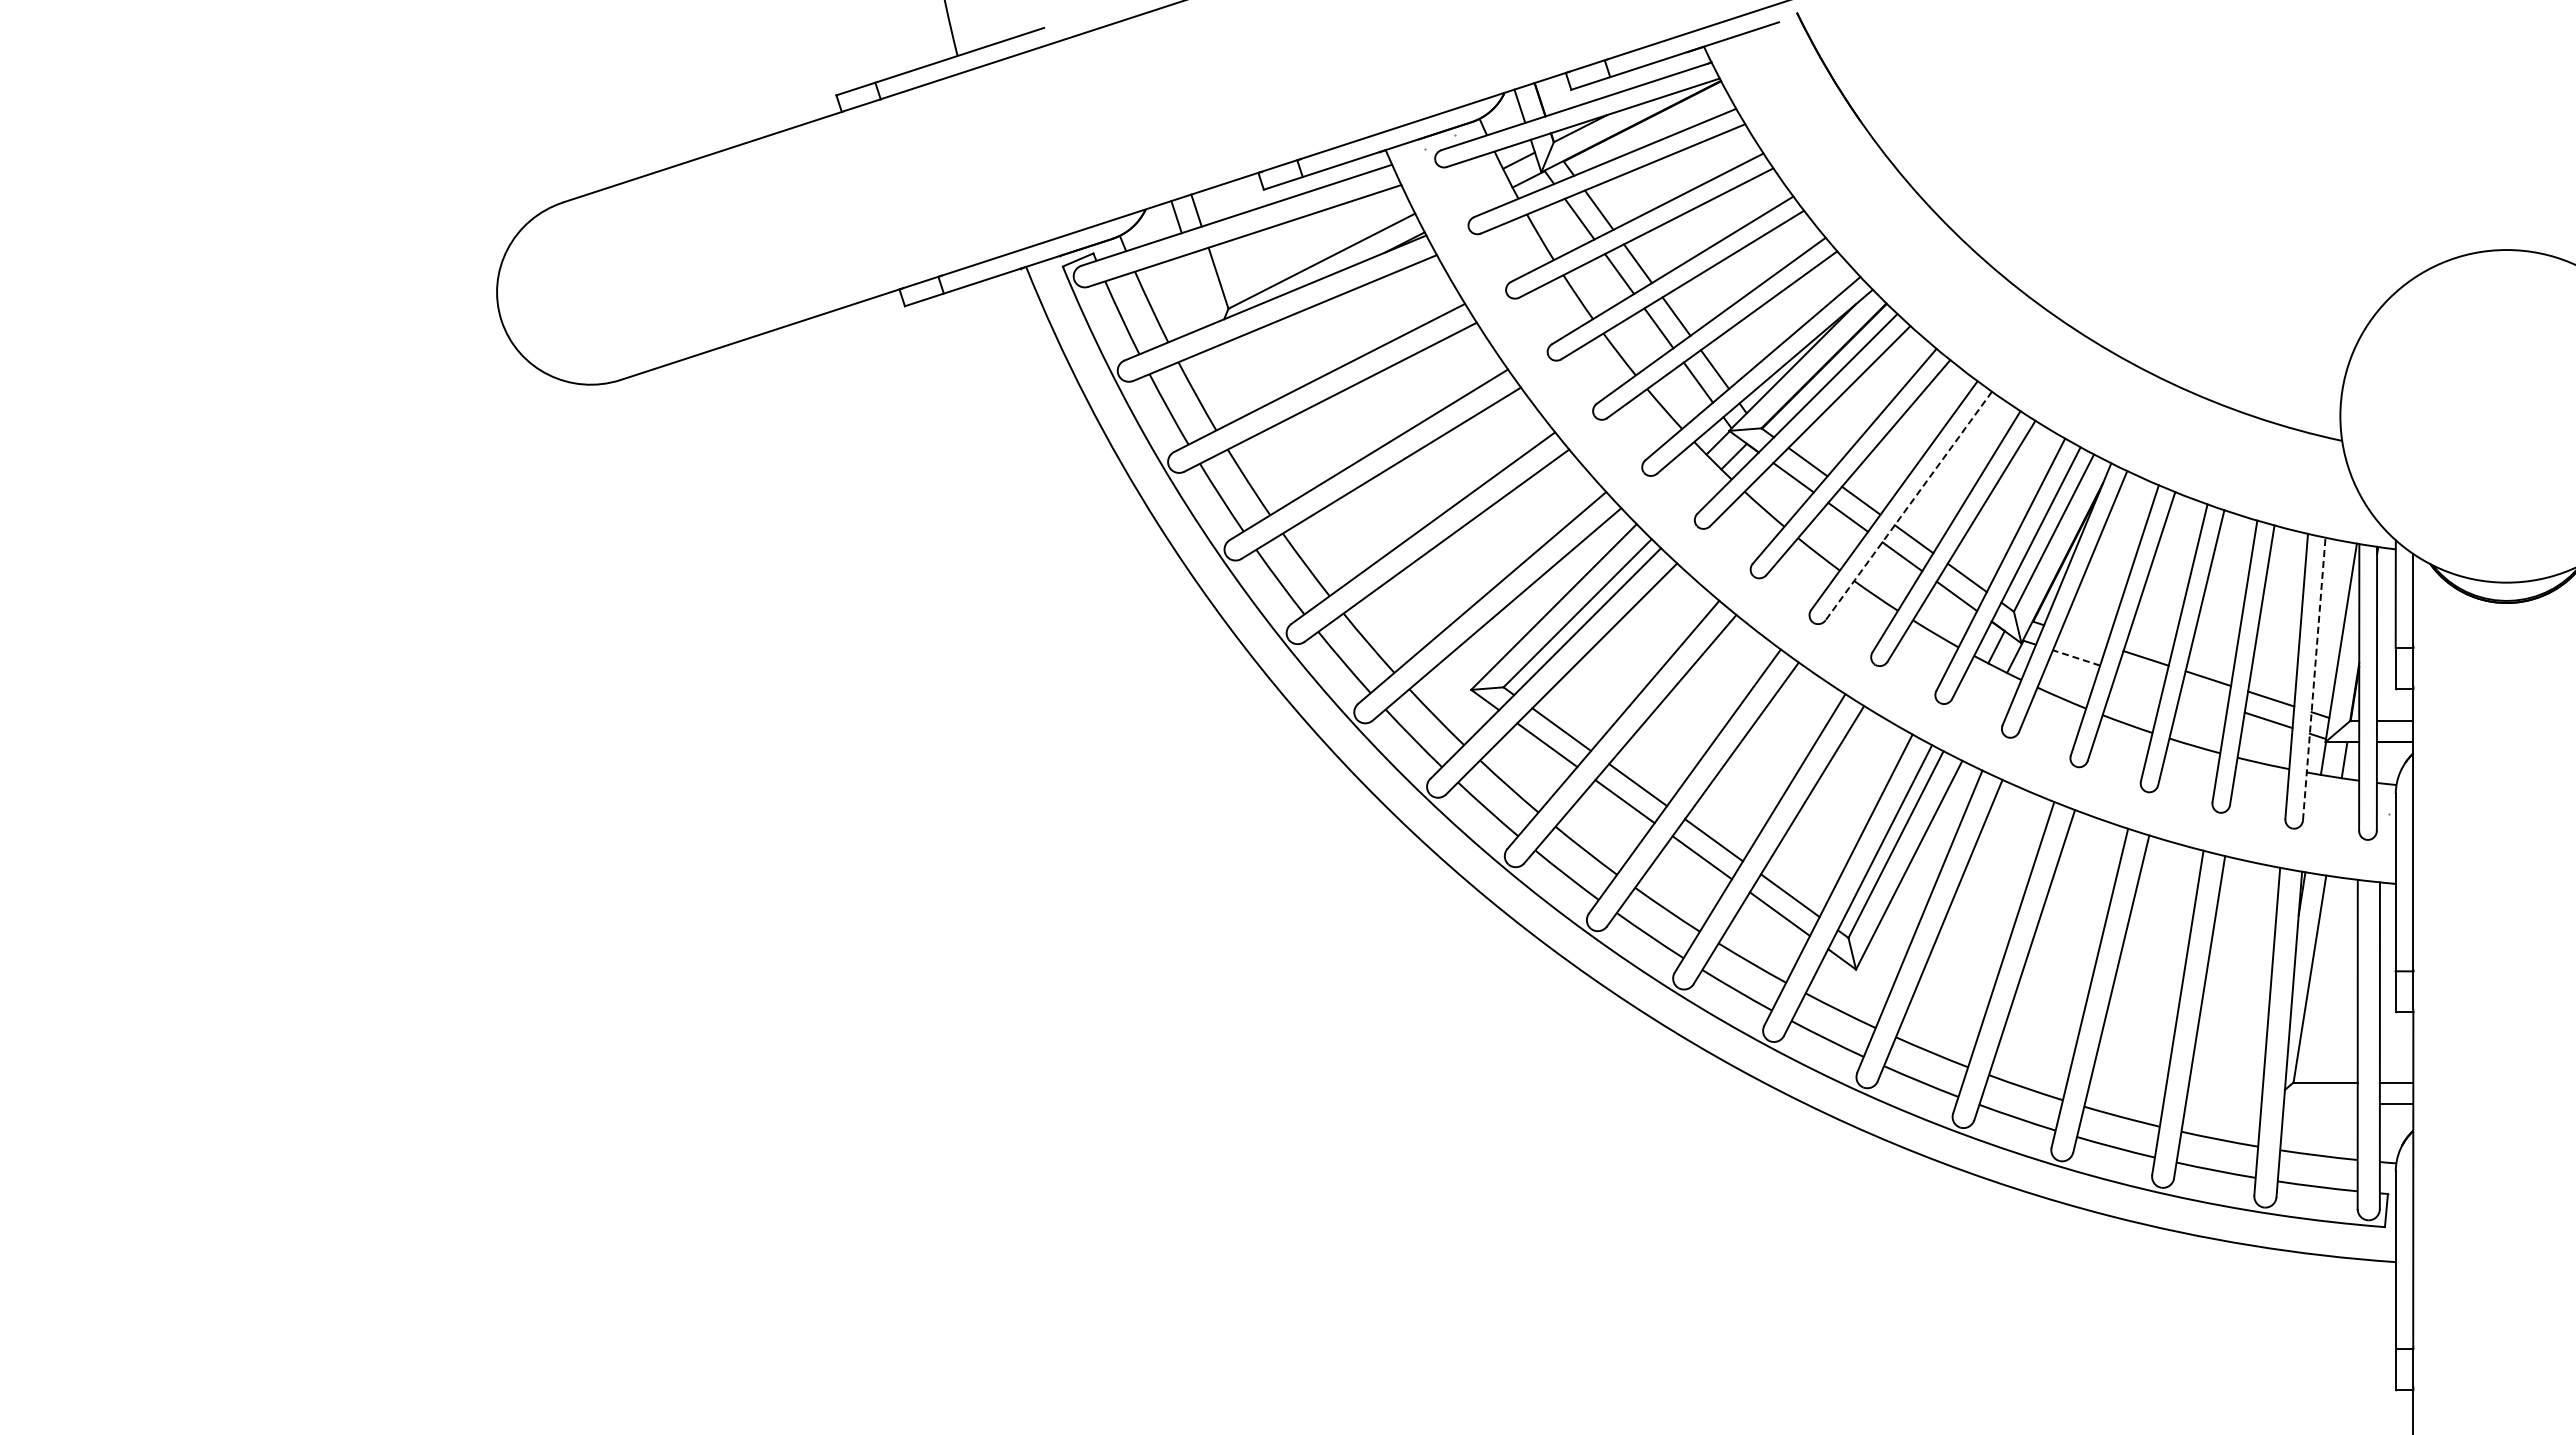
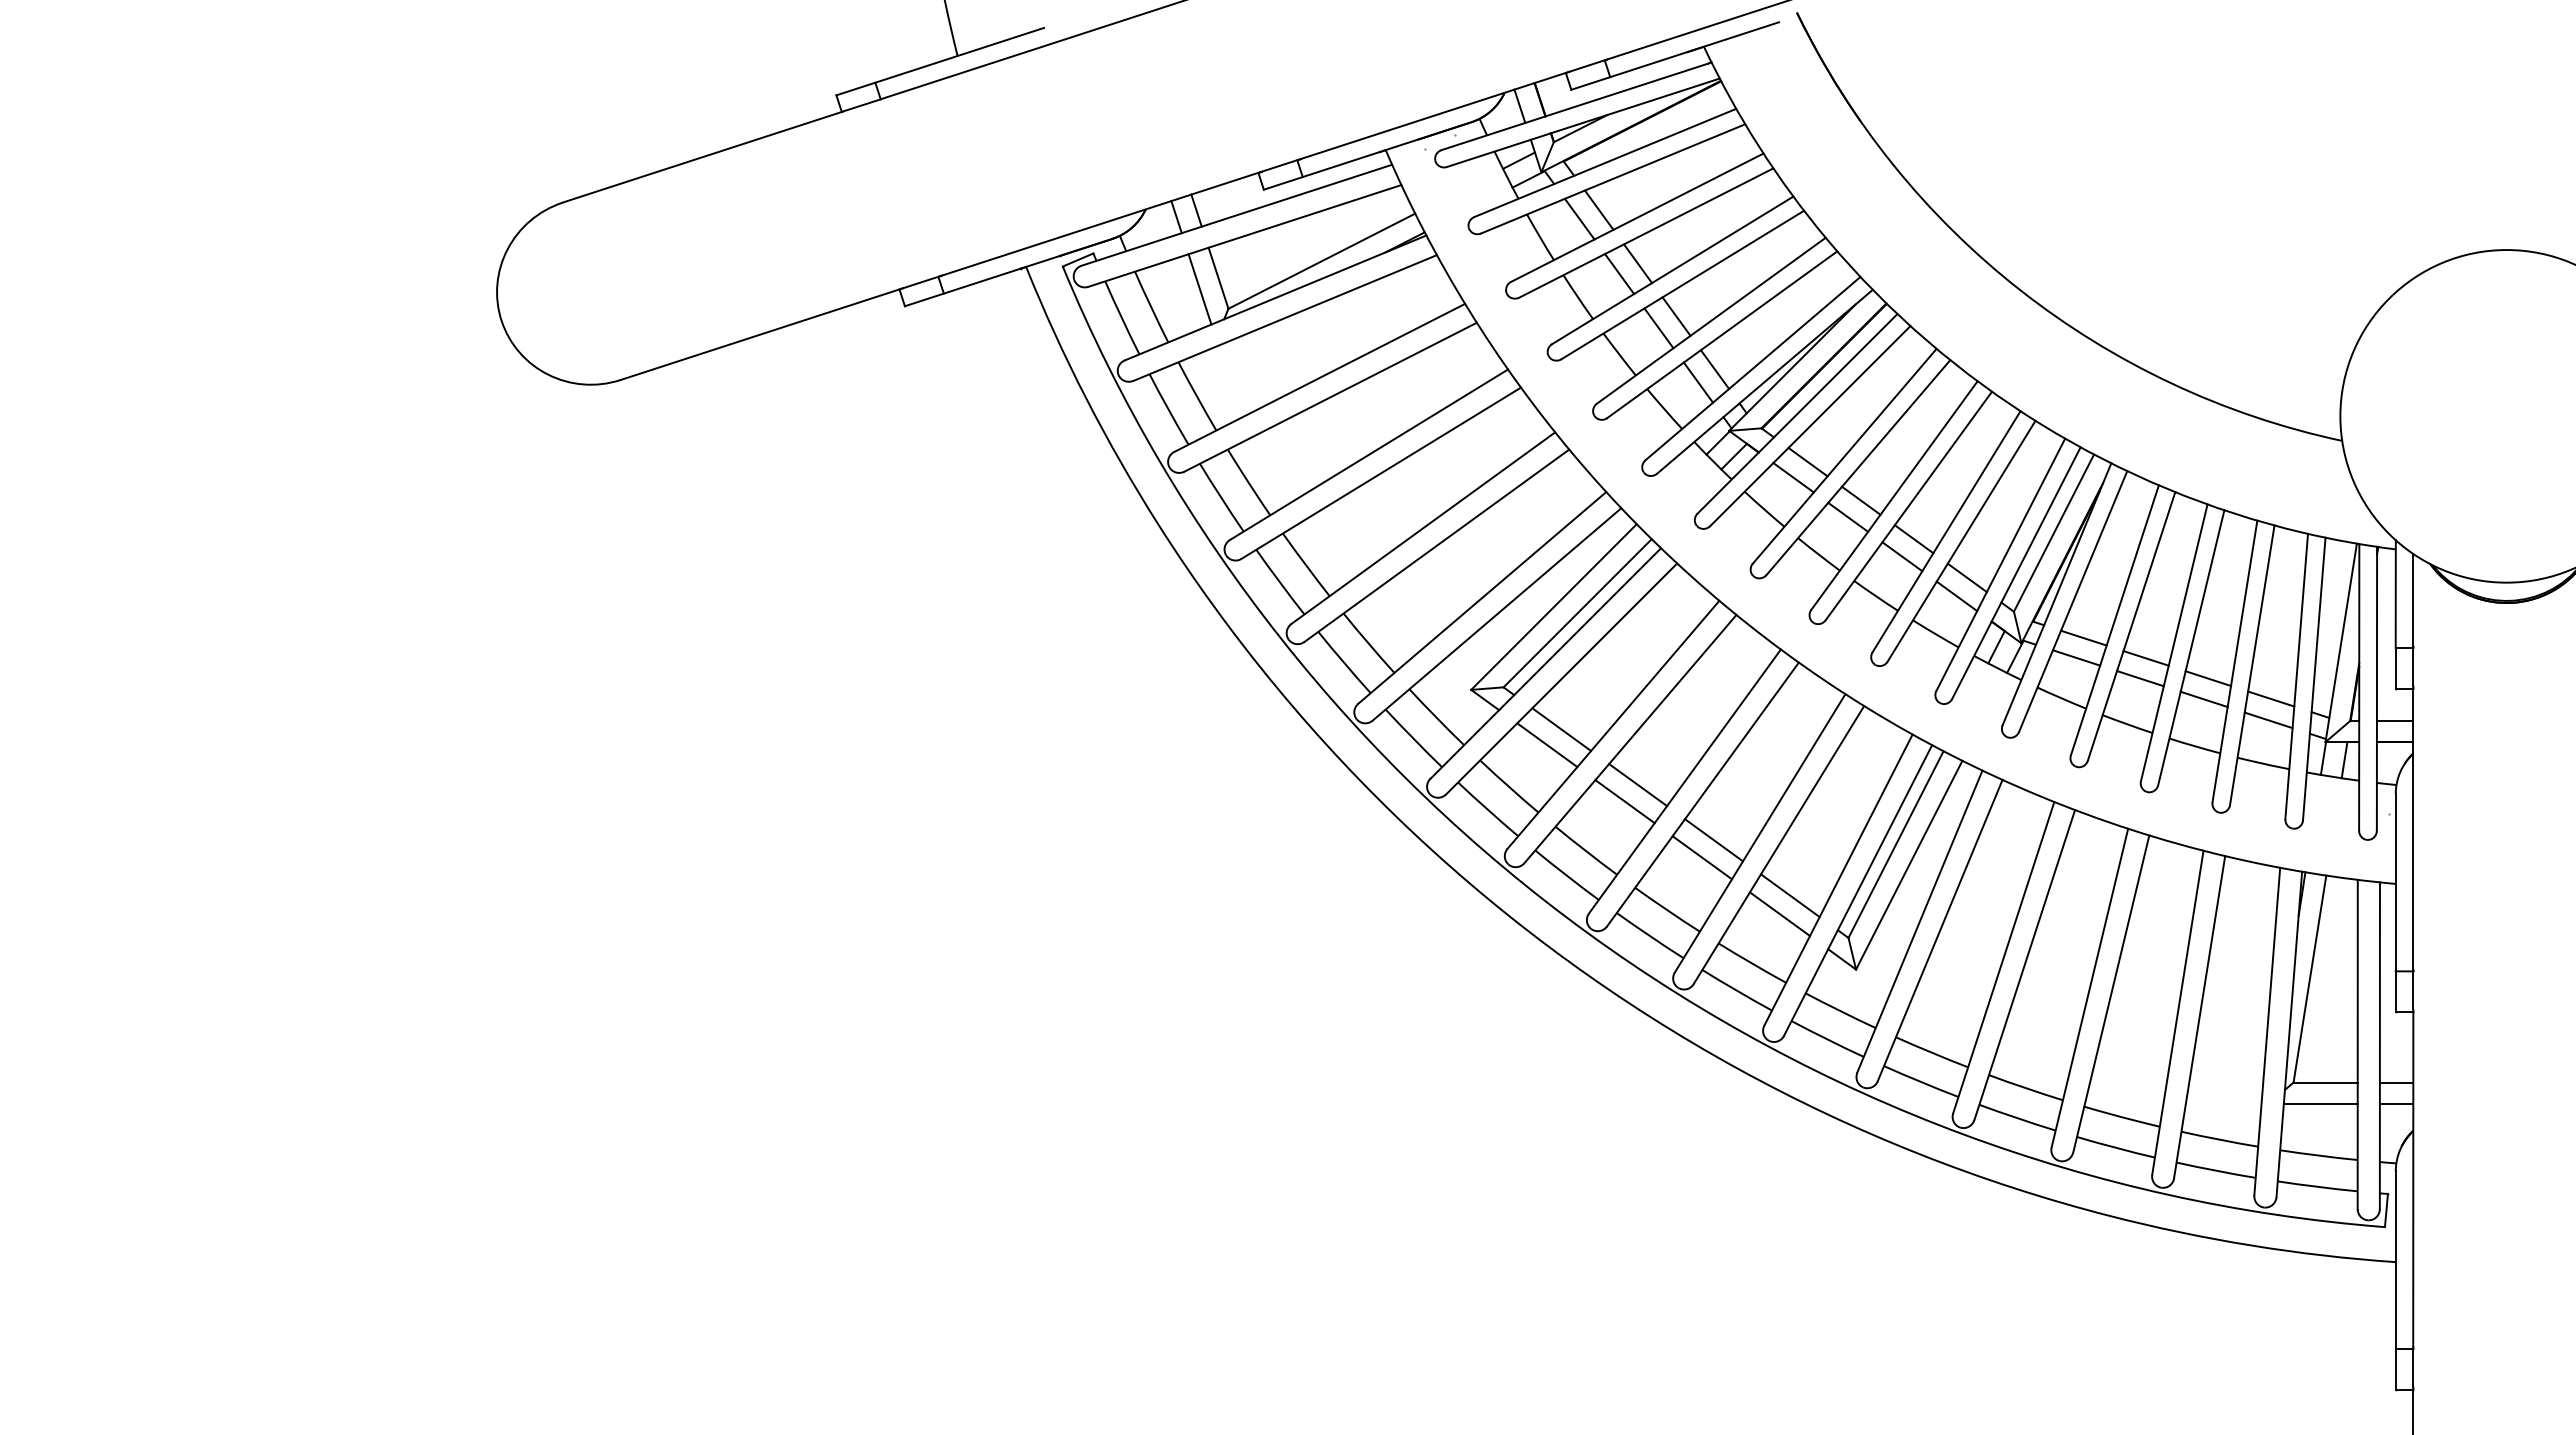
line at (1199, 289): none -> present
line at (1908, 506): dashed -> solid
line at (2083, 637): none -> present
line at (2076, 657): dashed -> solid
line at (2140, 678): none -> present
line at (2314, 678): dashed -> solid
line at (2203, 699): none -> present
line at (2320, 1103): none -> present
